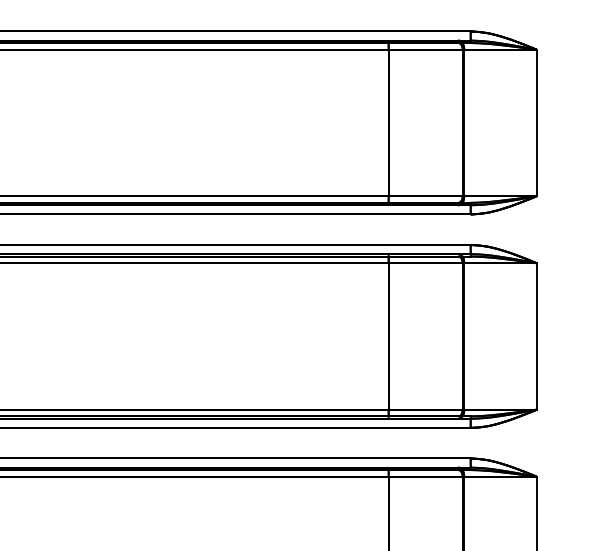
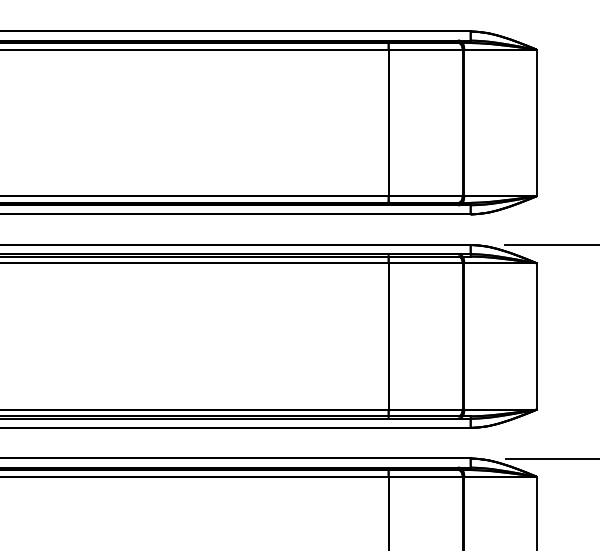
line at (550, 244): none -> present
line at (550, 458): none -> present
